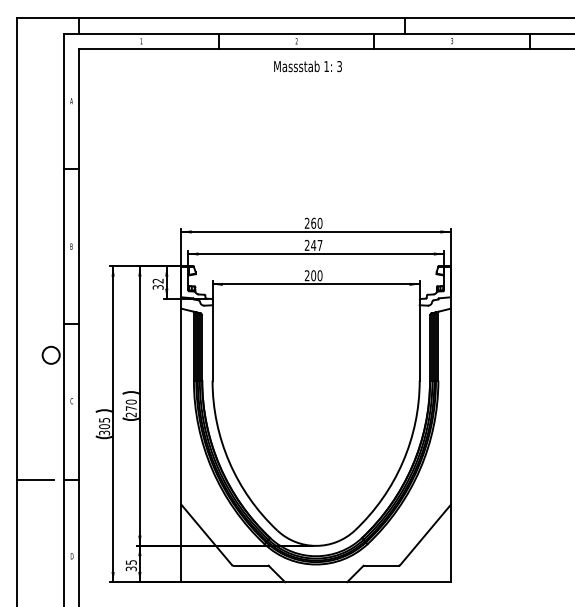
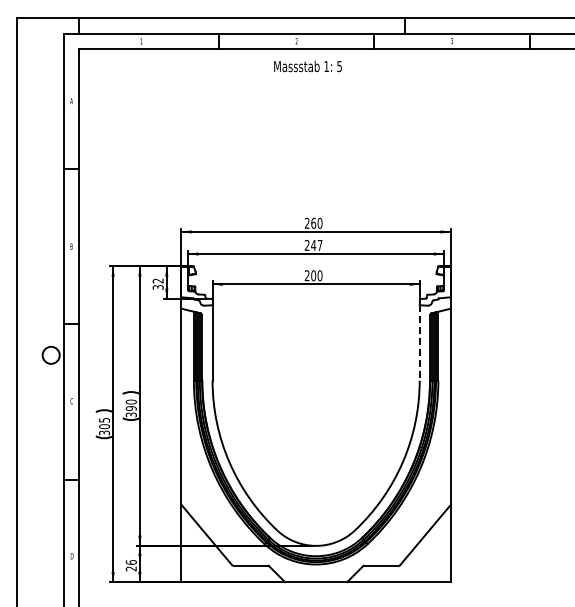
text at (339, 65): 3 -> 5
line at (419, 342): solid -> dashed
text at (130, 411): 270 -> 390
line at (35, 479): present -> none
text at (130, 565): 35 -> 26
